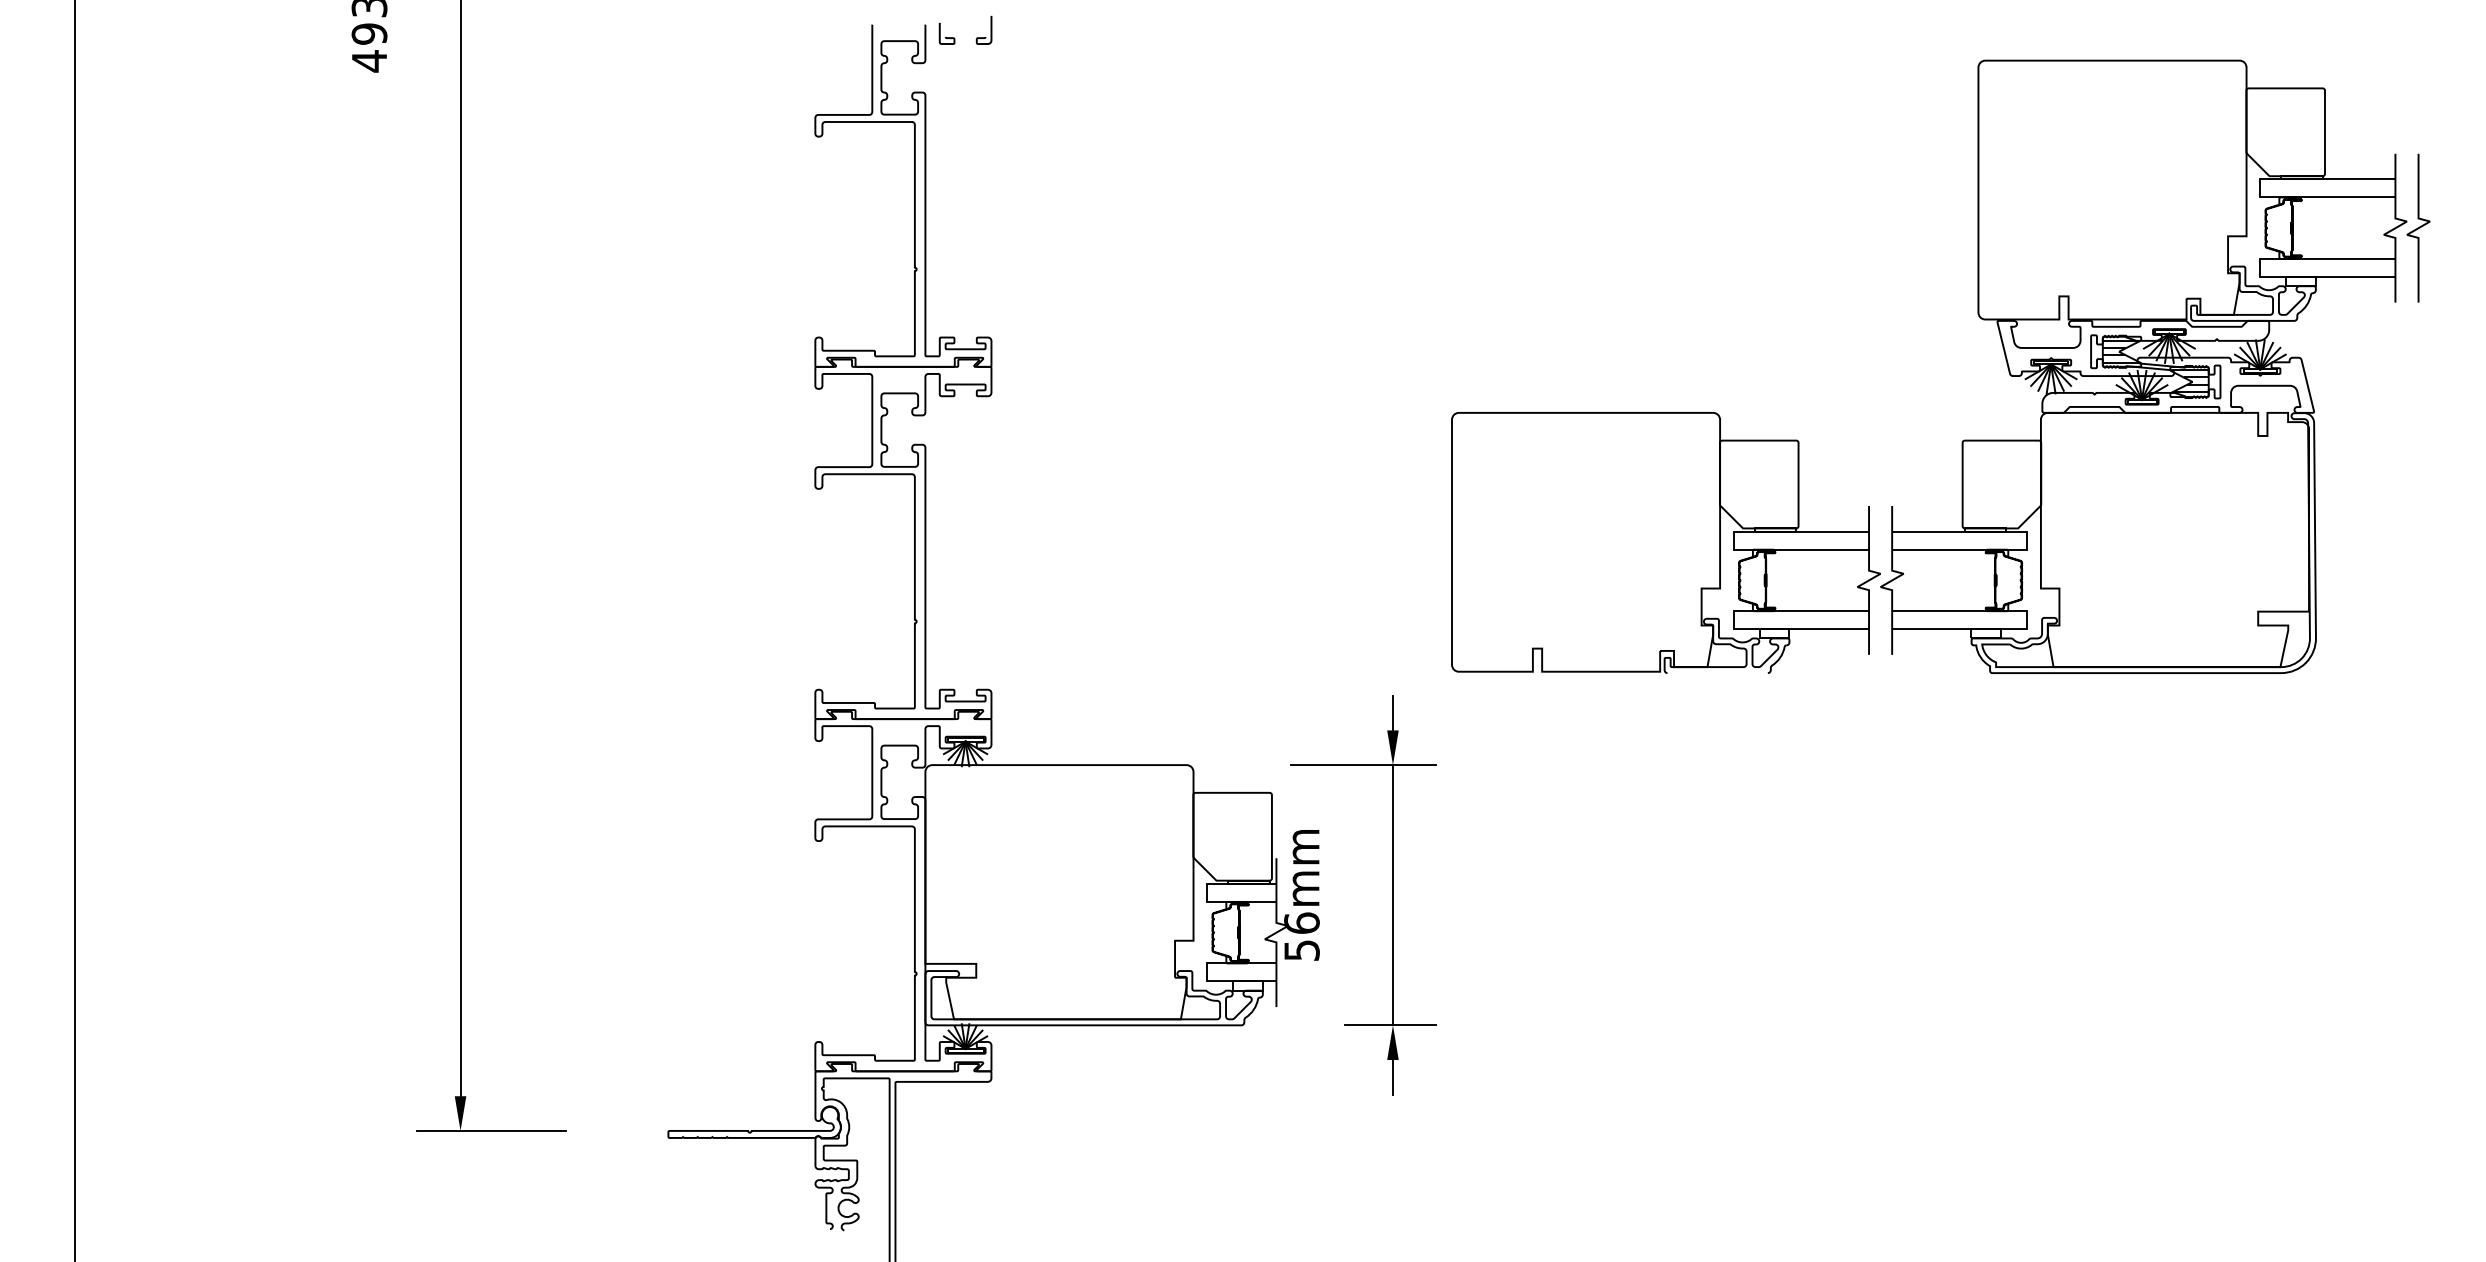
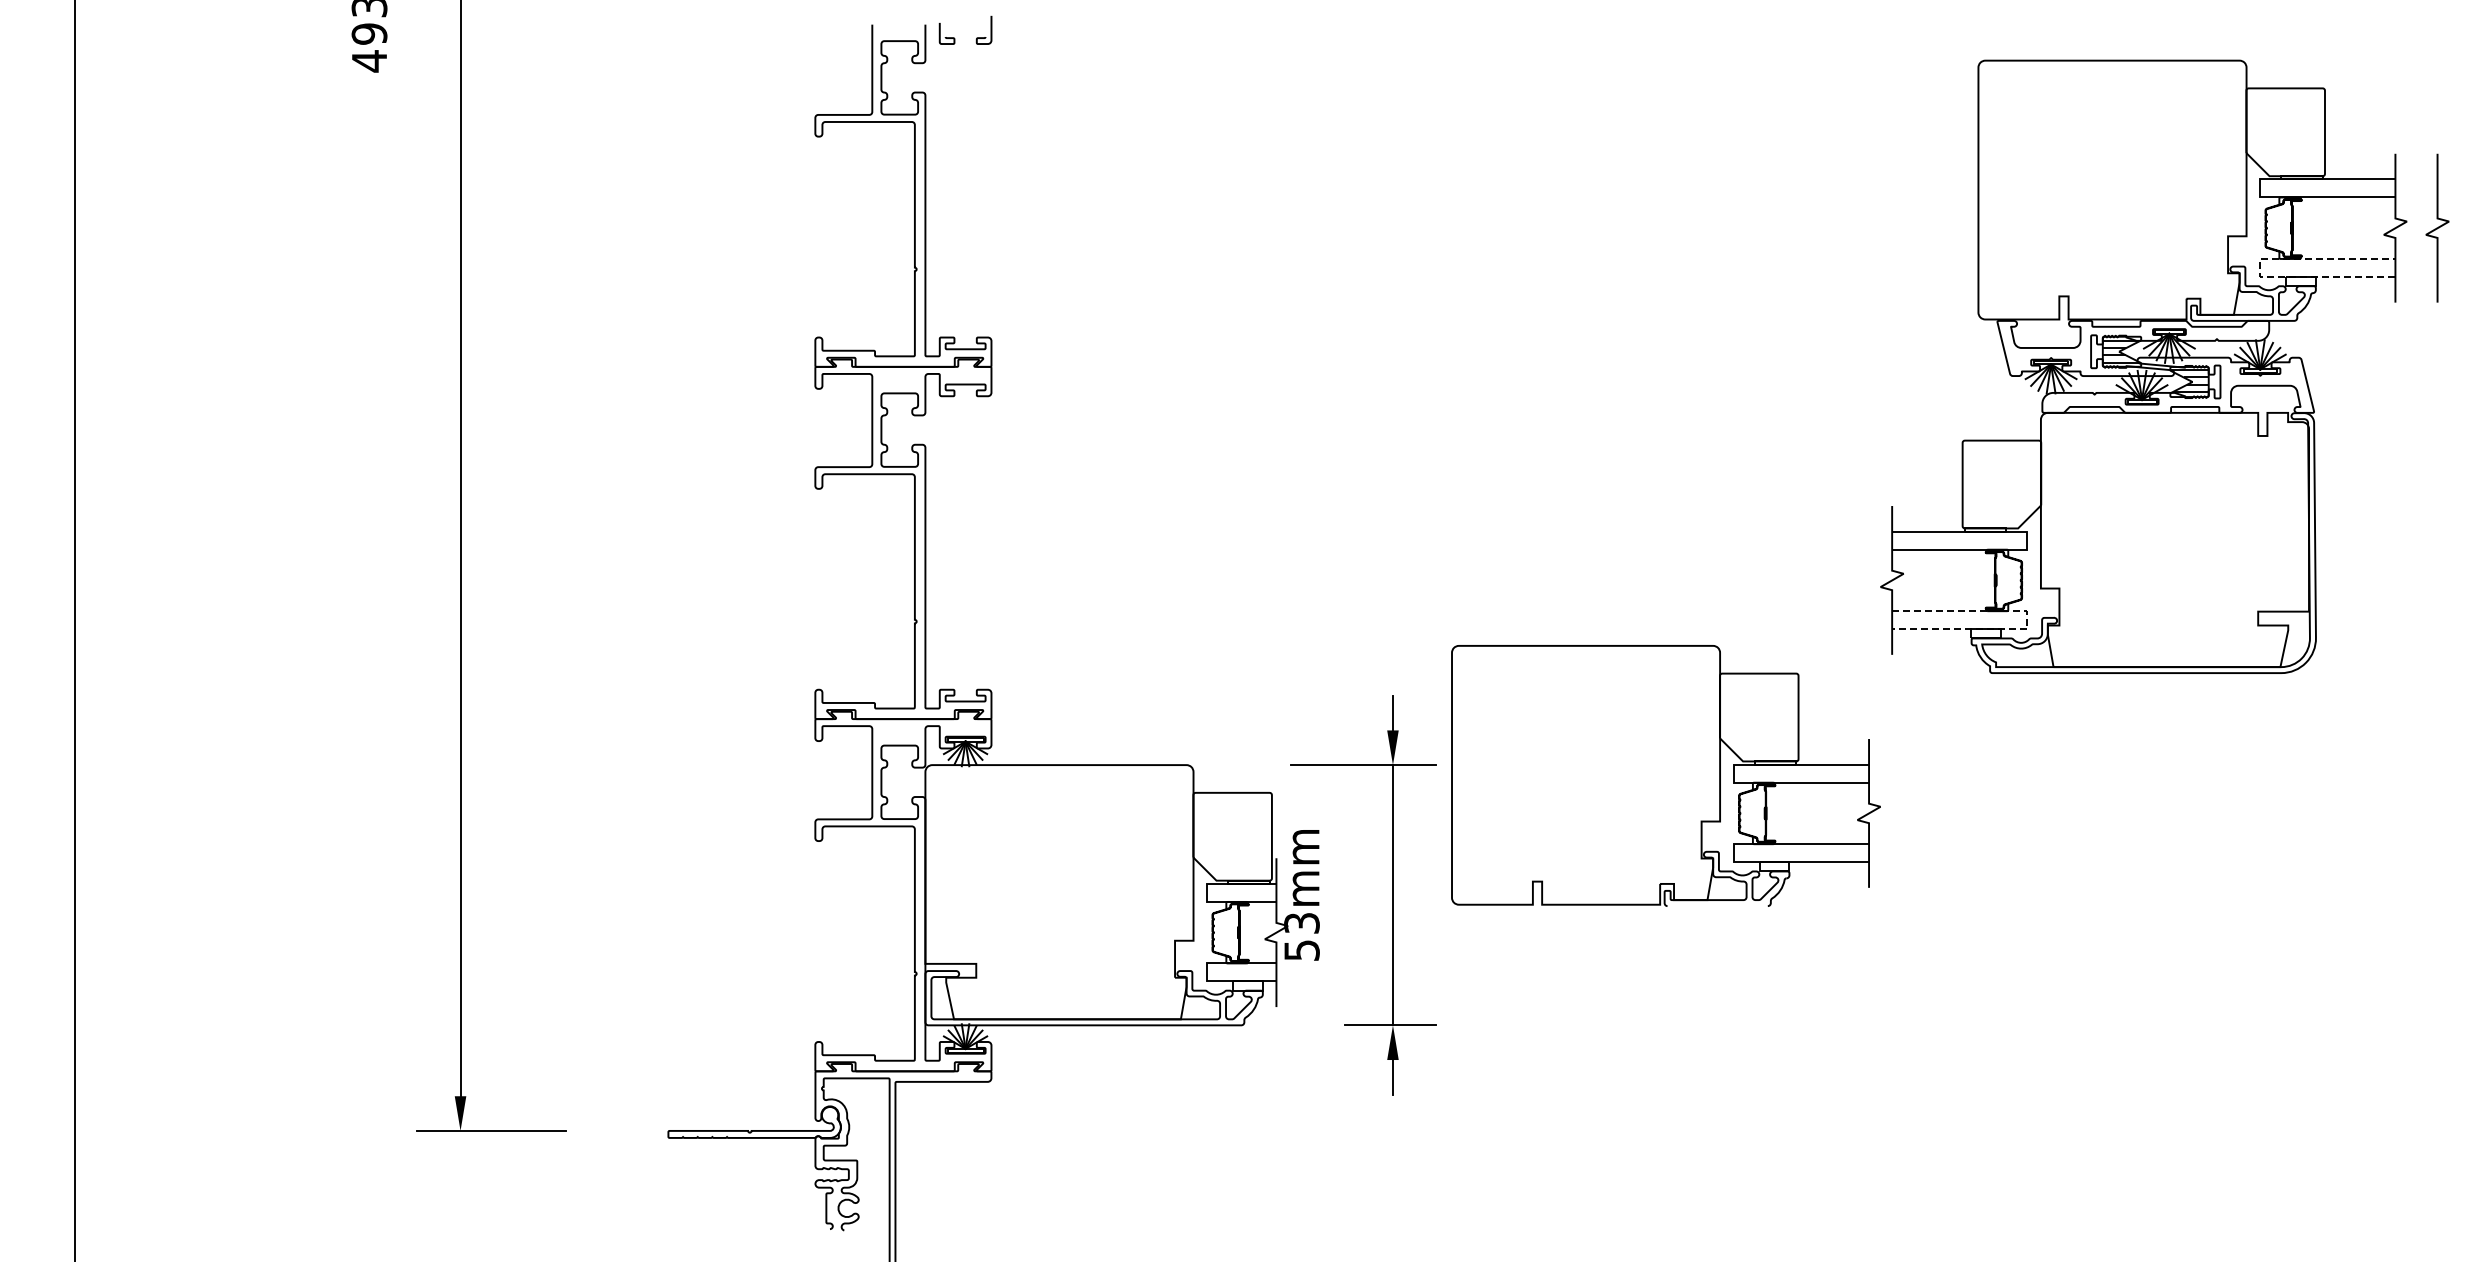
curve at (2418, 227) position: (2418, 227) -> (2437, 227)
line at (2260, 267): solid -> dashed
part at (1665, 542) position: (1665, 542) -> (1665, 775)
line at (2027, 620): solid -> dashed
text at (1301, 922): 56mm -> 53mm
